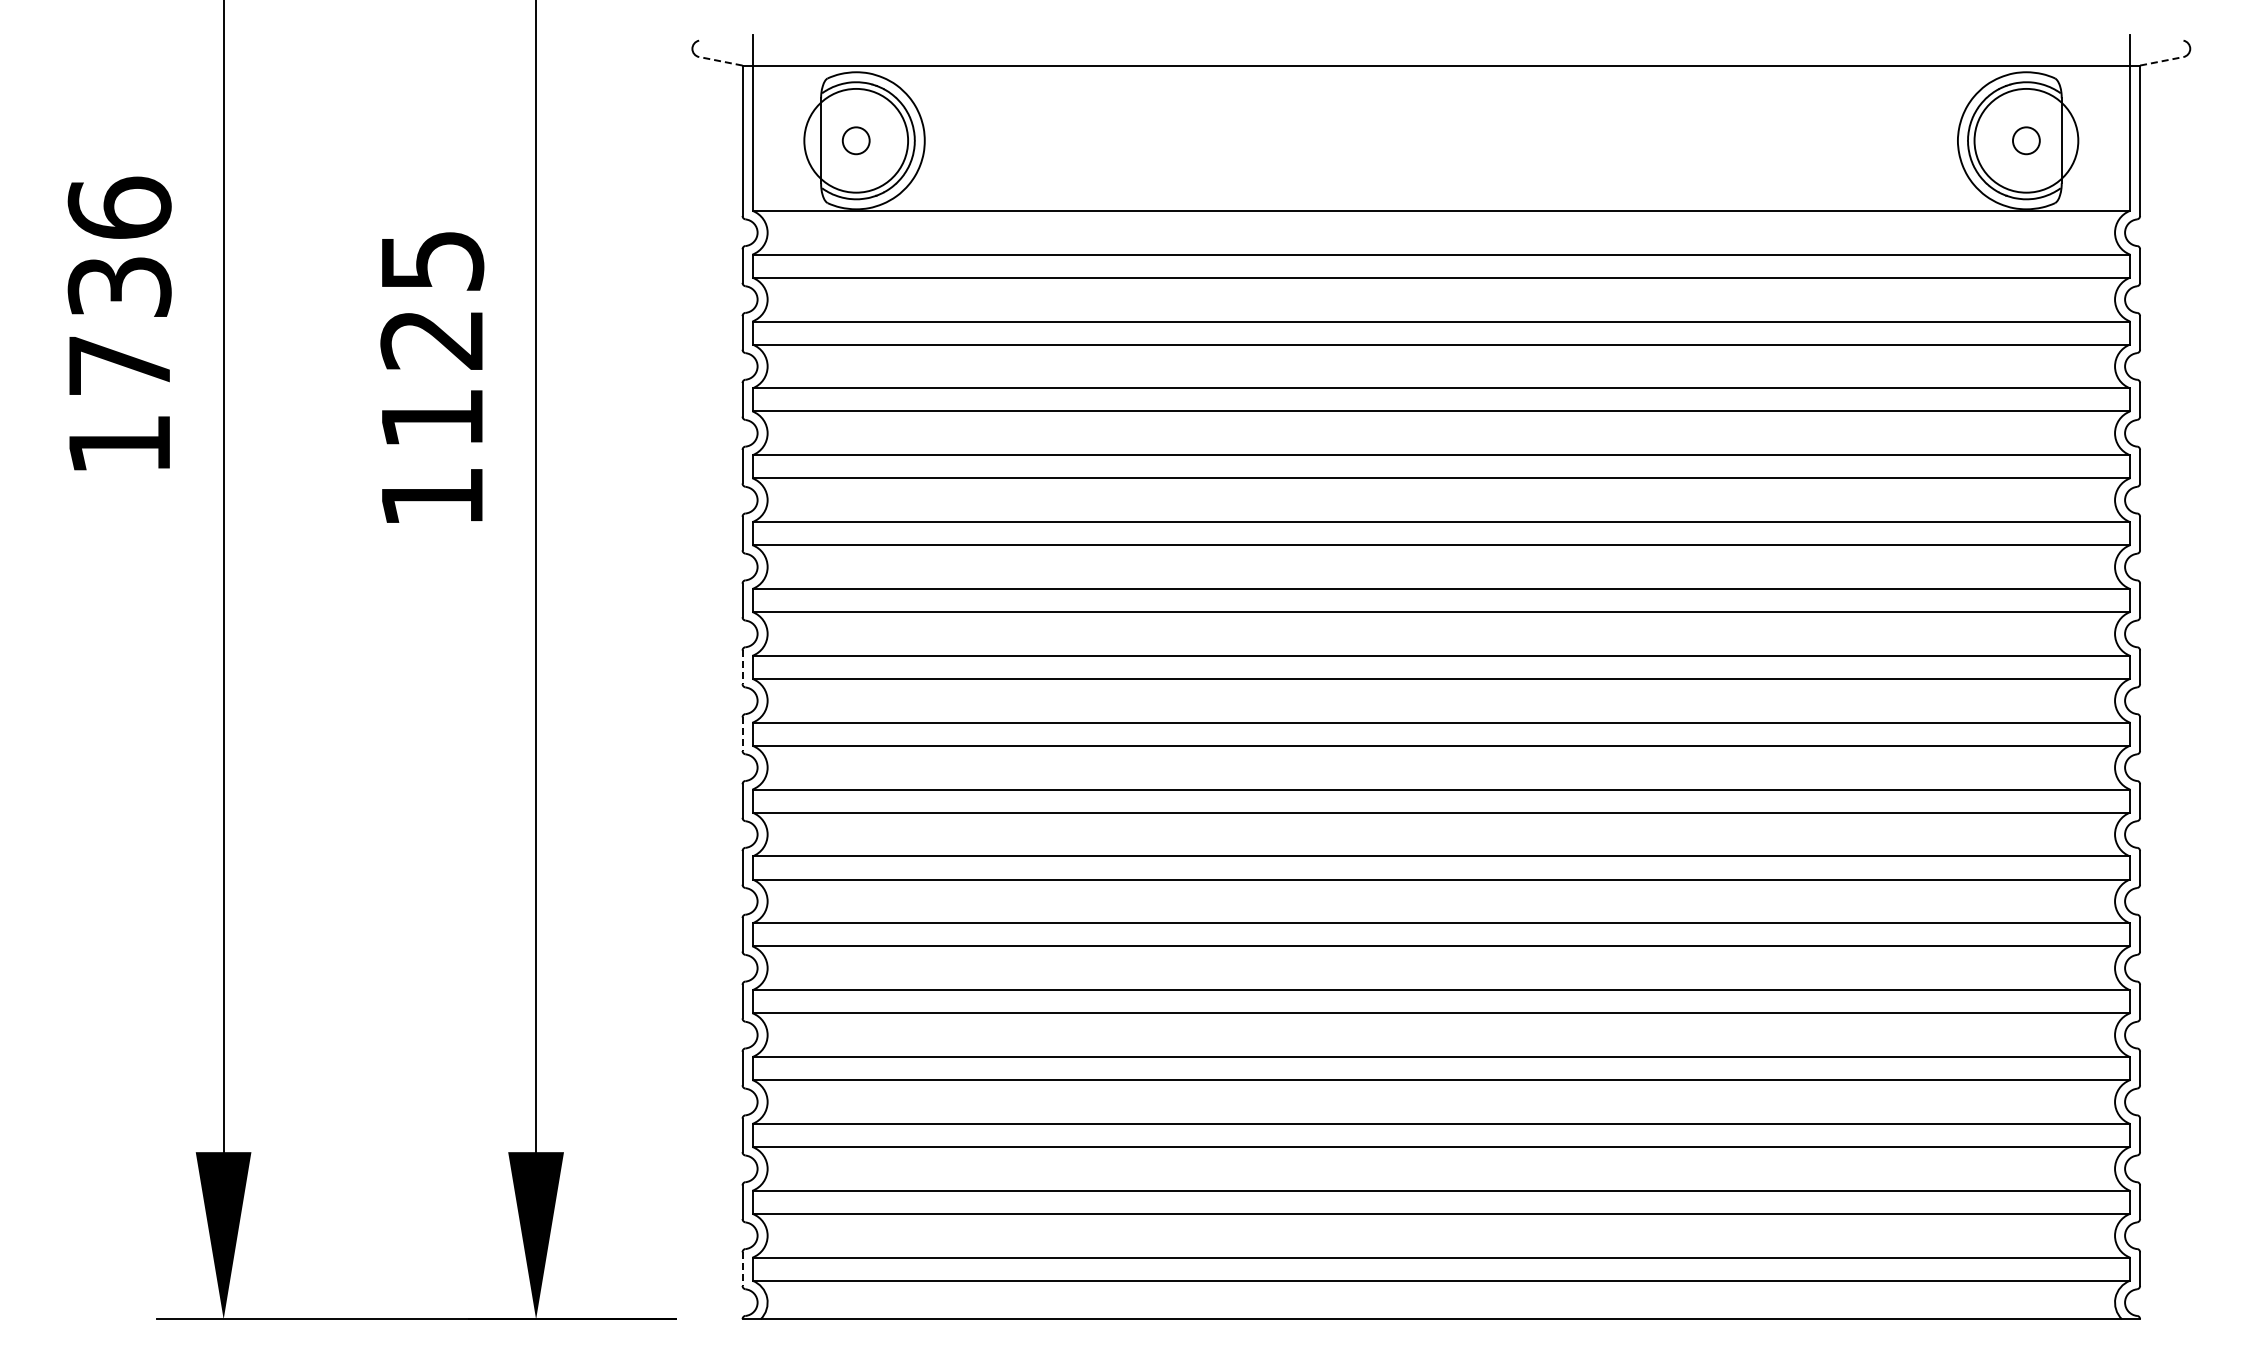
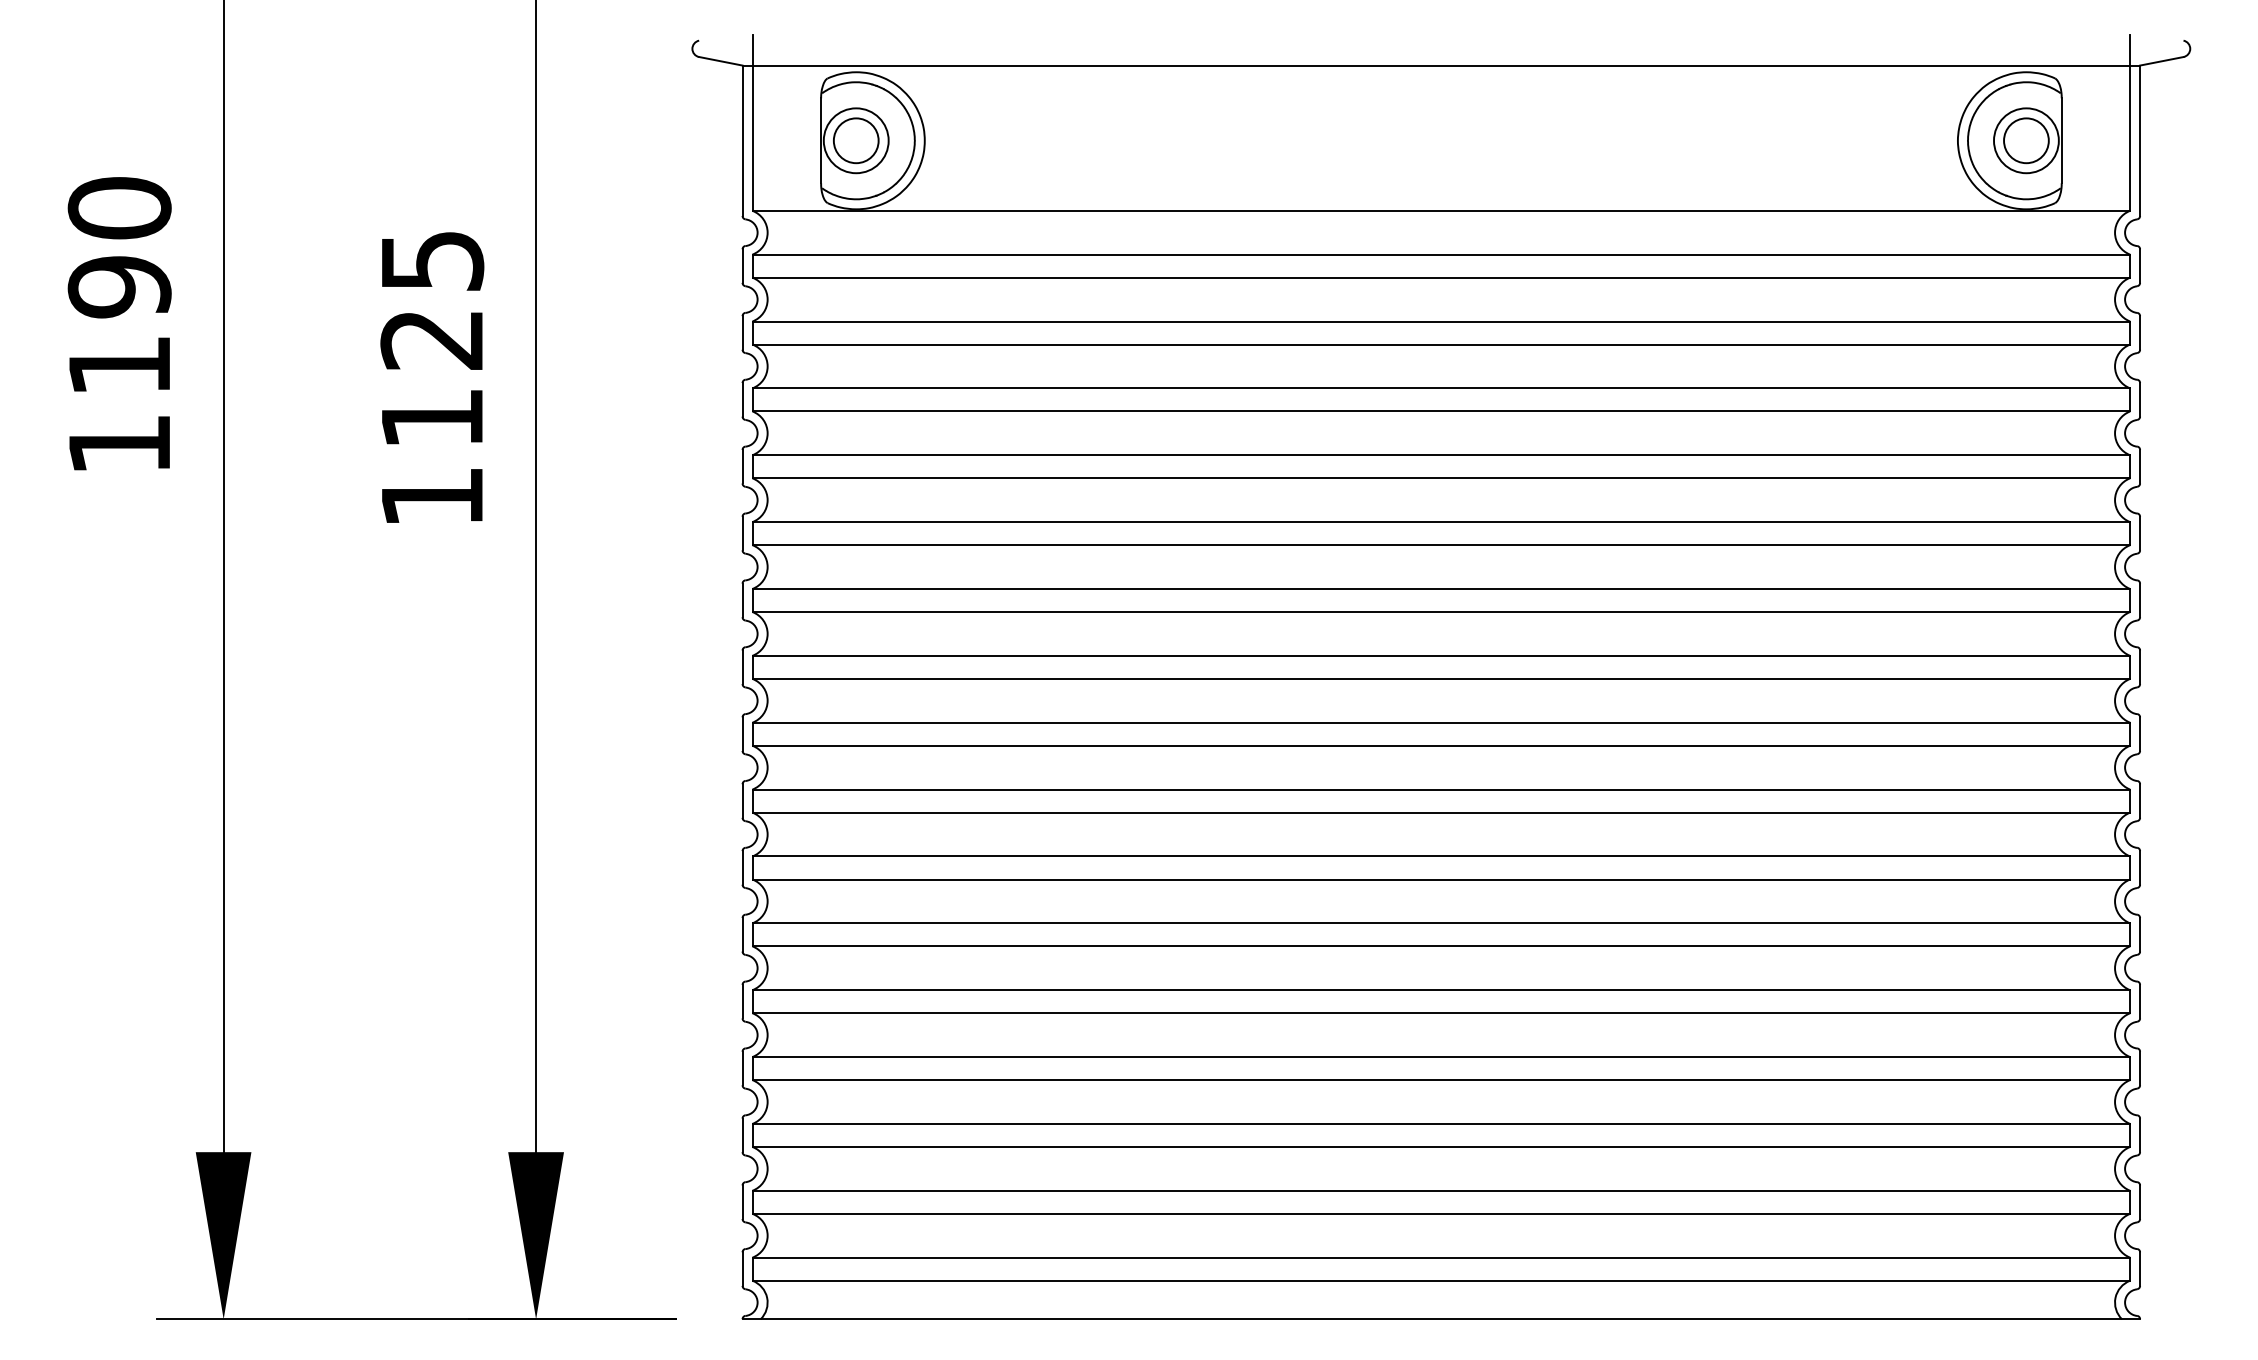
line at (720, 61): dashed -> solid
line at (2162, 61): dashed -> solid
circle at (855, 140) diameter: 27 px -> 45 px
circle at (856, 140) diameter: 104 px -> 65 px
circle at (2025, 140) diameter: 27 px -> 45 px
circle at (2026, 140) diameter: 104 px -> 65 px
text at (119, 285): 1736 -> 1190
line at (742, 667): dashed -> solid
line at (742, 734): dashed -> solid
line at (742, 1269): dashed -> solid
